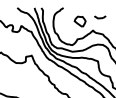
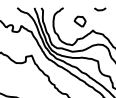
part at (100, 17) position: (100, 17) -> (100, 9)
